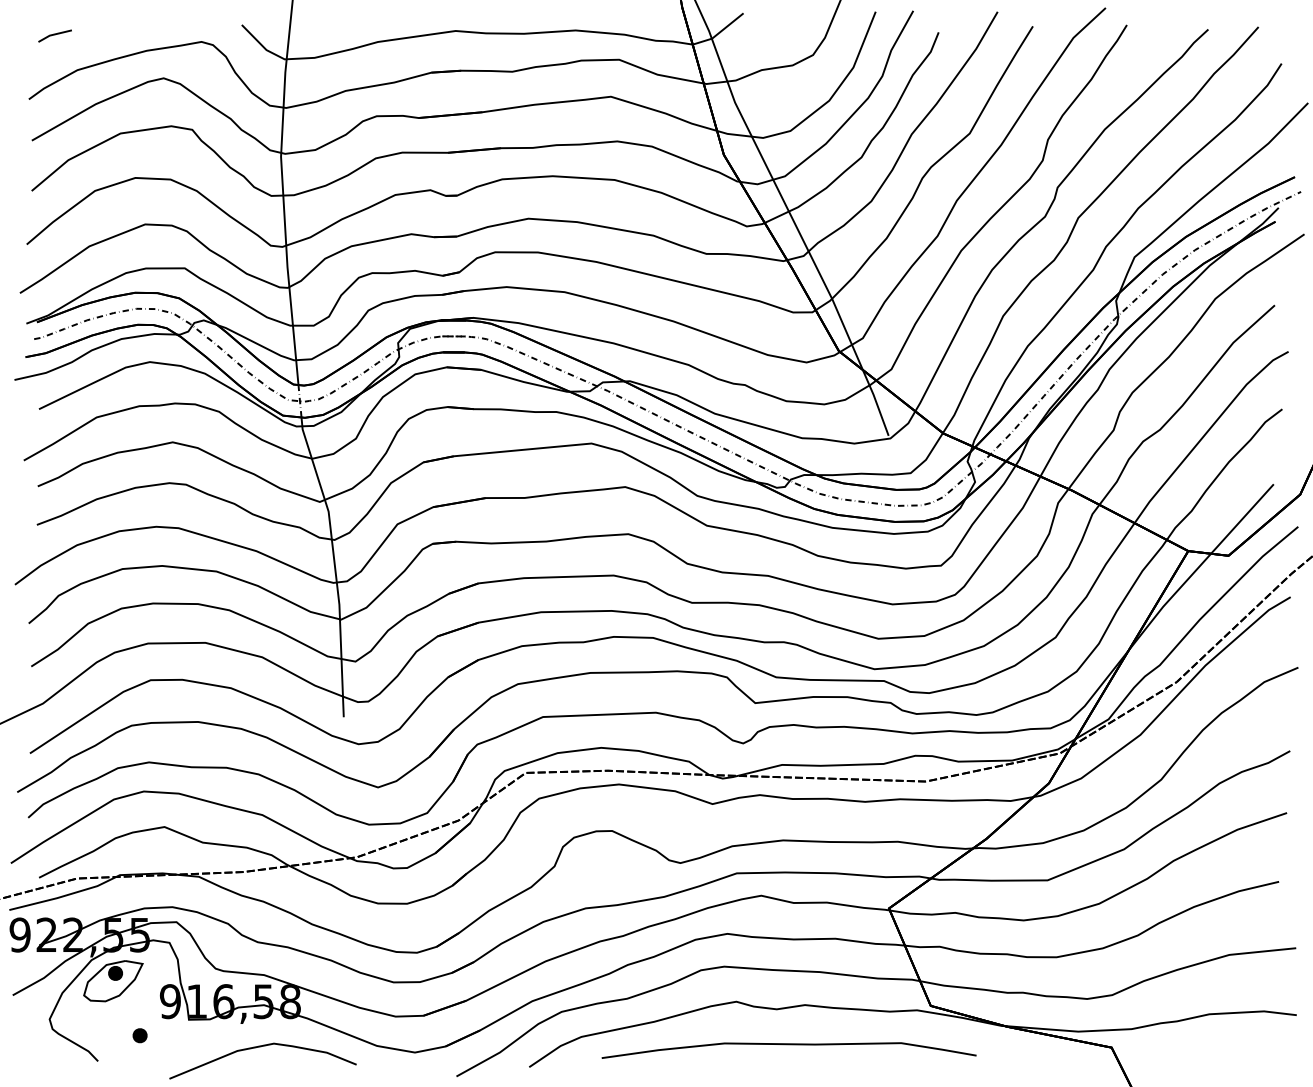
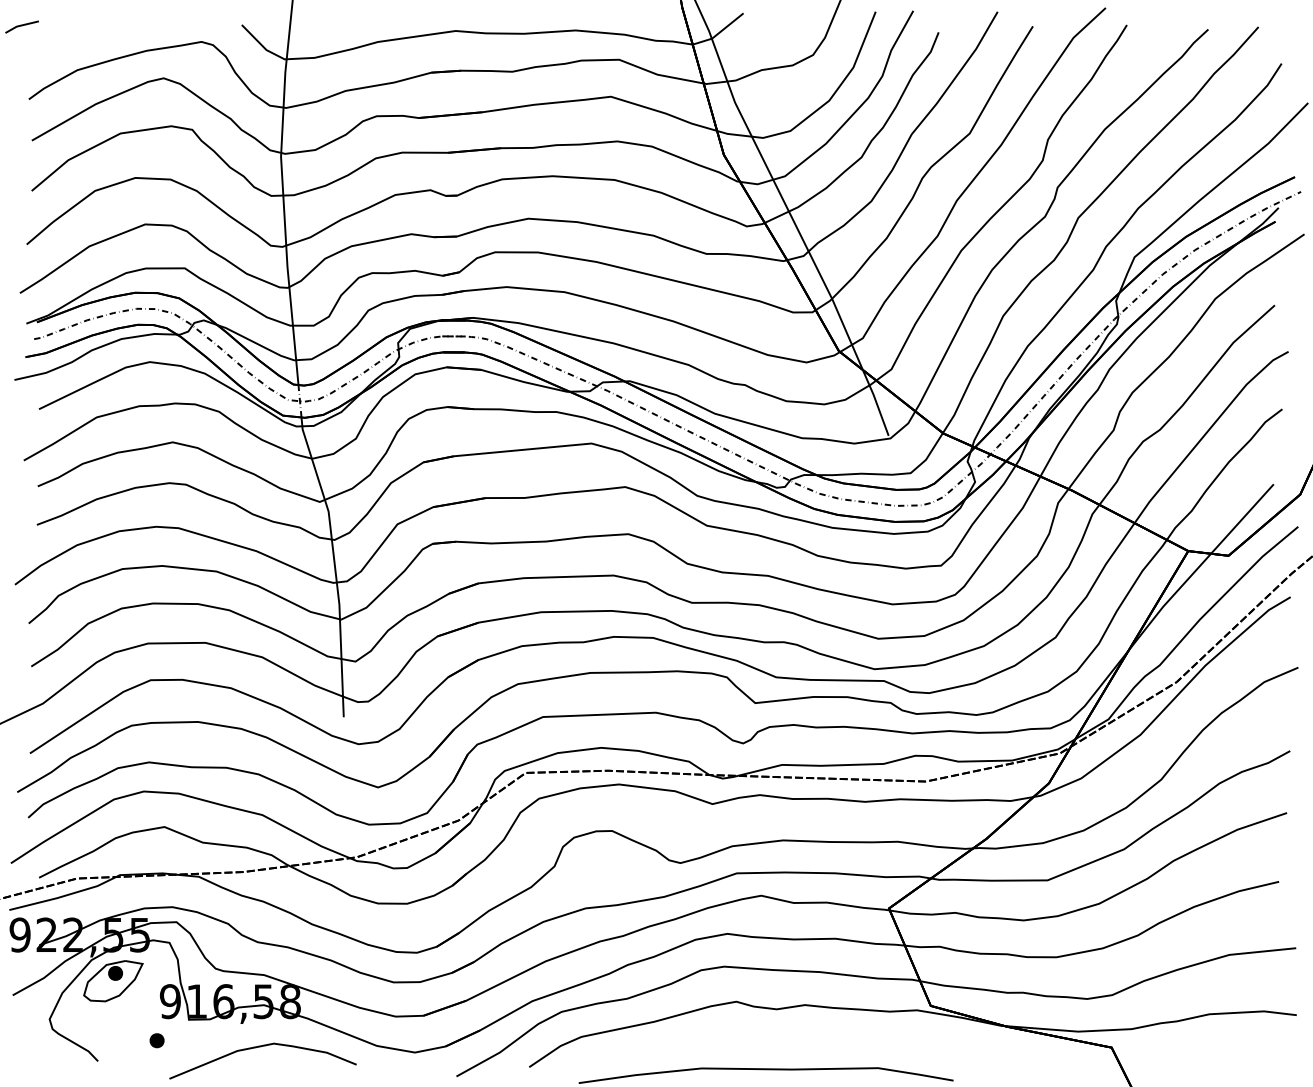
line at (54, 35) position: (54, 35) -> (21, 26)
part at (139, 1035) position: (139, 1035) -> (156, 1040)
curve at (788, 1045) position: (788, 1045) -> (765, 1070)
